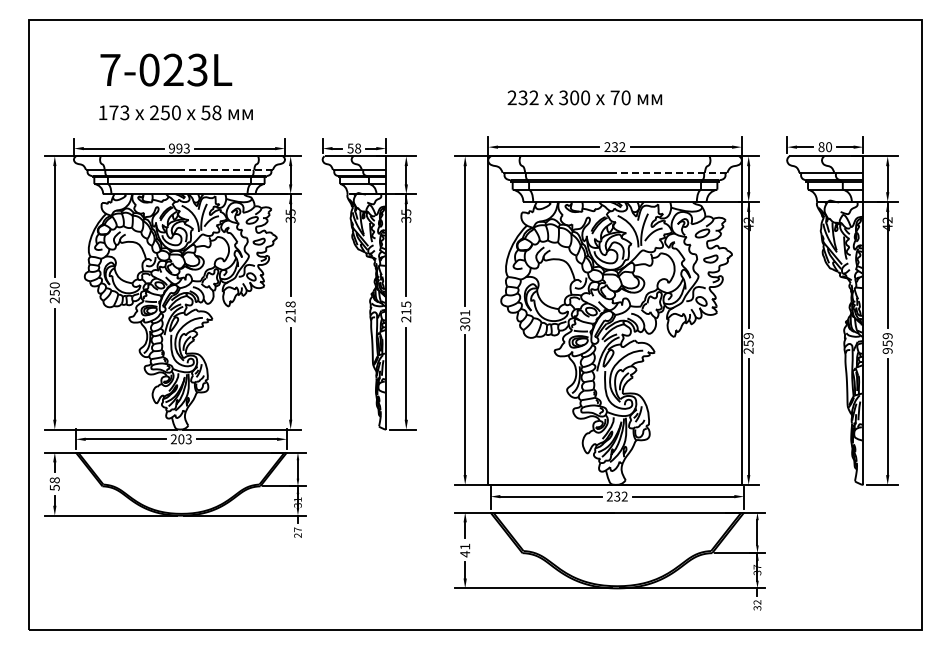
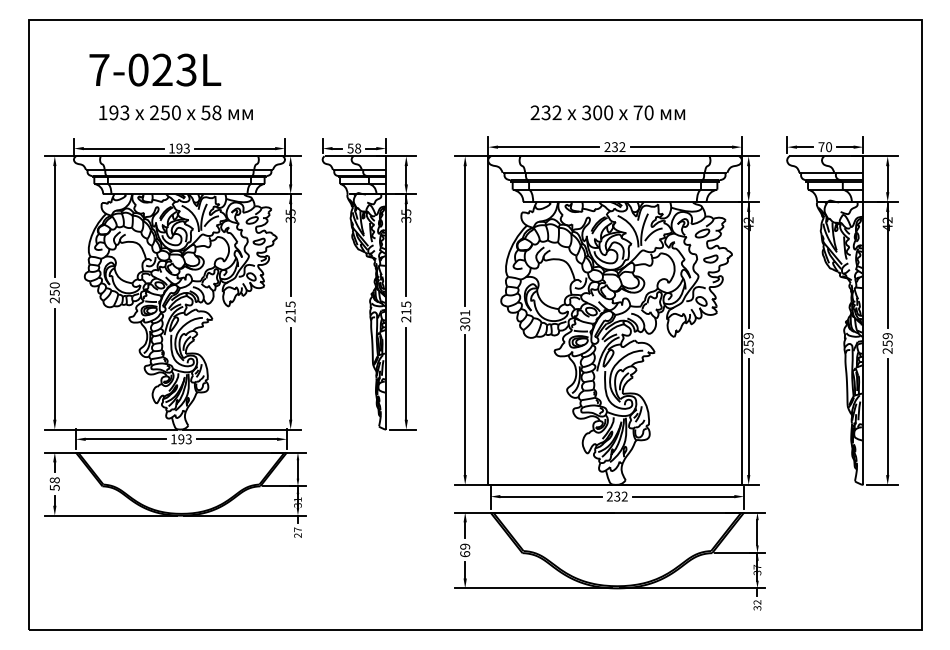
text at (166, 69) position: (166, 69) -> (155, 69)
text at (584, 97) position: (584, 97) -> (607, 112)
text at (113, 112): 173 -> 193
text at (821, 147): 80 -> 70
text at (171, 148): 993 -> 193
line at (226, 170): dashed -> solid
line at (670, 172): dashed -> solid
text at (290, 304): 218 -> 215
text at (887, 350): 959 -> 259
text at (177, 439): 203 -> 193
text at (465, 550): 41 -> 69
